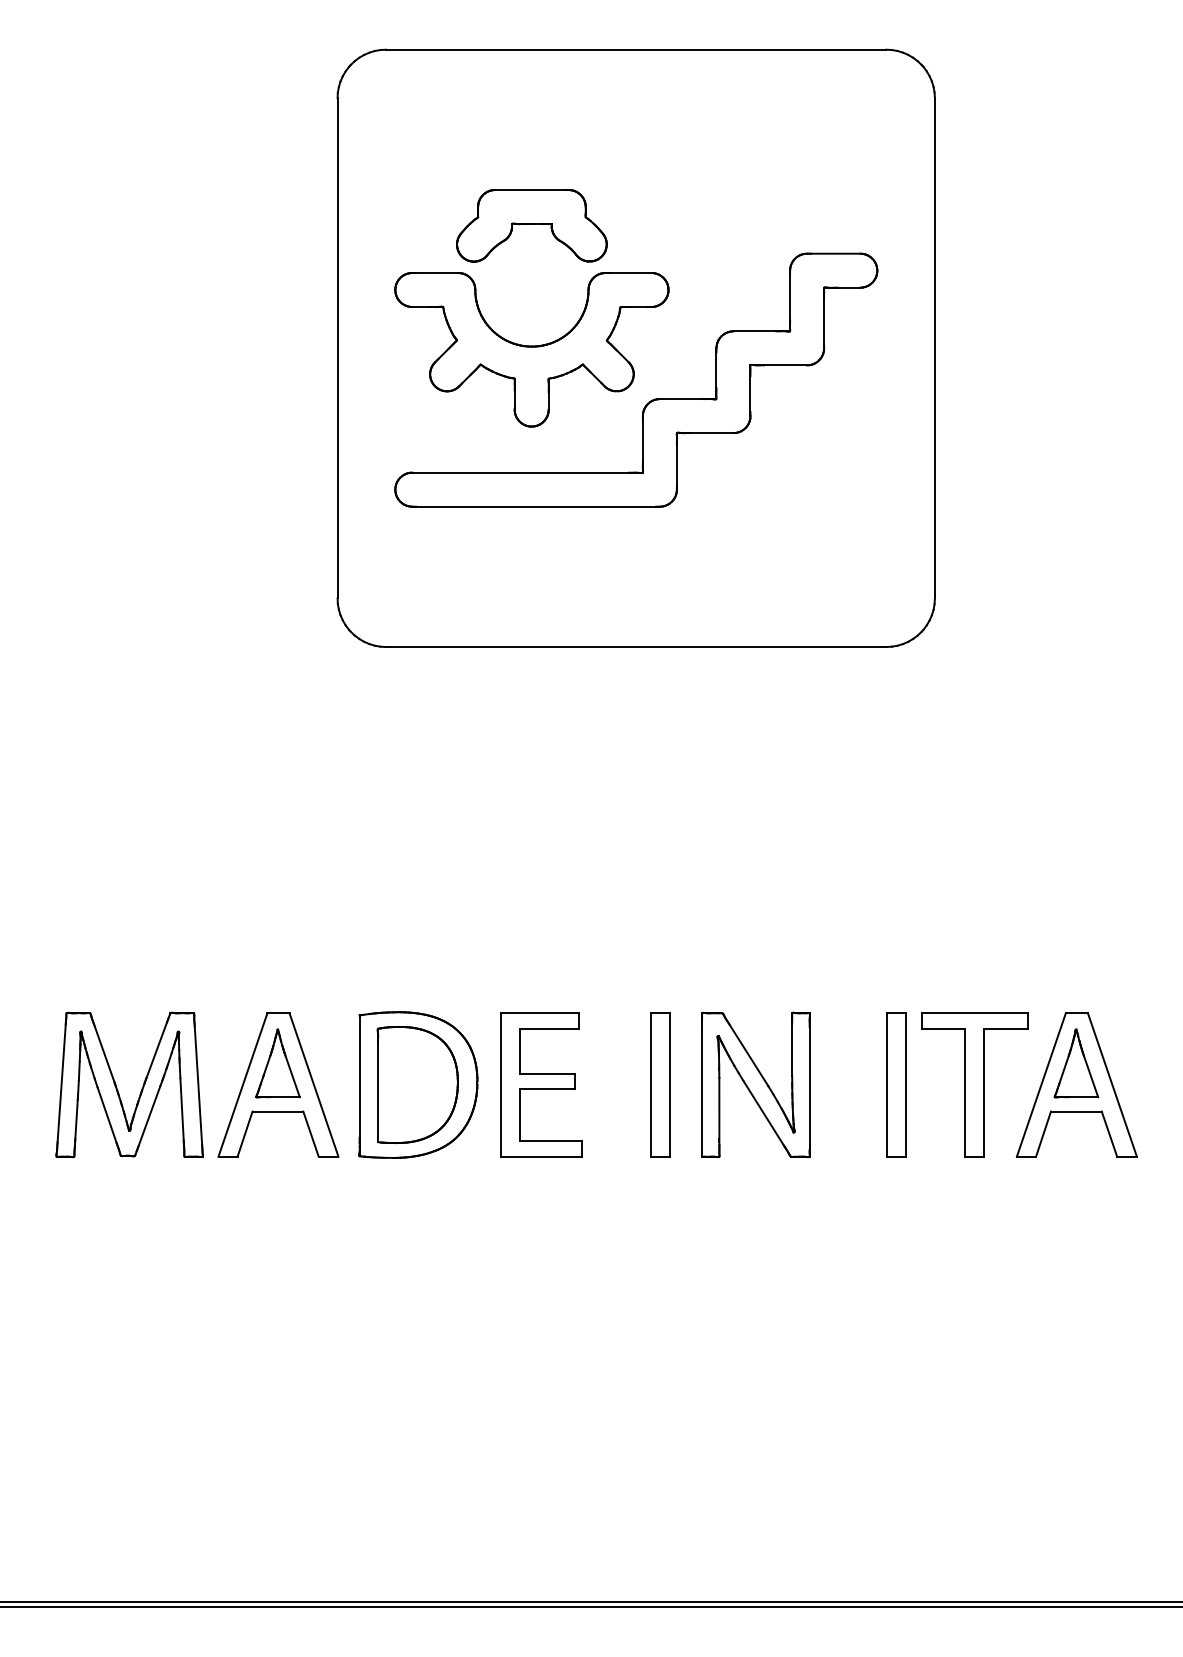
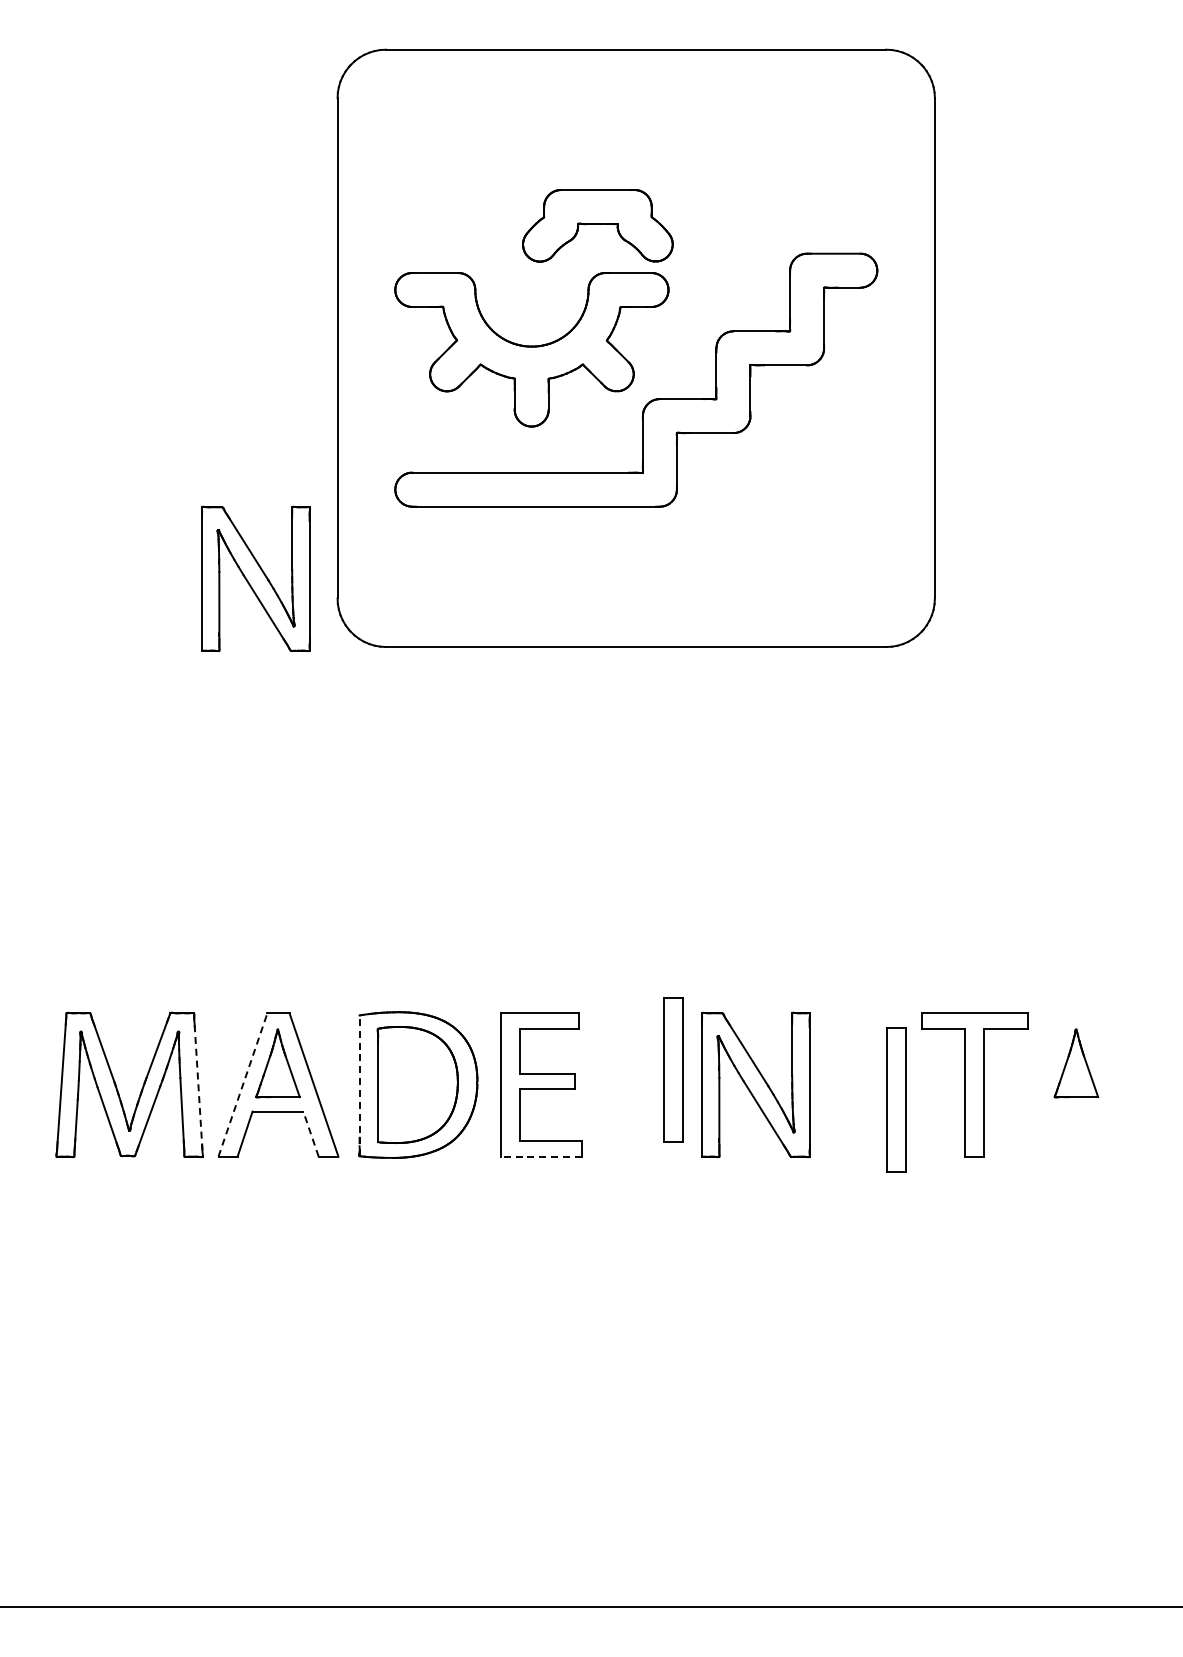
part at (531, 225) position: (531, 225) -> (597, 225)
part at (255, 578): none -> present
line at (198, 1084): solid -> dashed
line at (242, 1084): solid -> dashed
part at (660, 1084) position: (660, 1084) -> (673, 1069)
part at (896, 1084) position: (896, 1084) -> (896, 1099)
part at (1076, 1084): present -> none
line at (359, 1085): solid -> dashed
line at (311, 1134): solid -> dashed
line at (541, 1156): solid -> dashed
line at (590, 1601): present -> none
